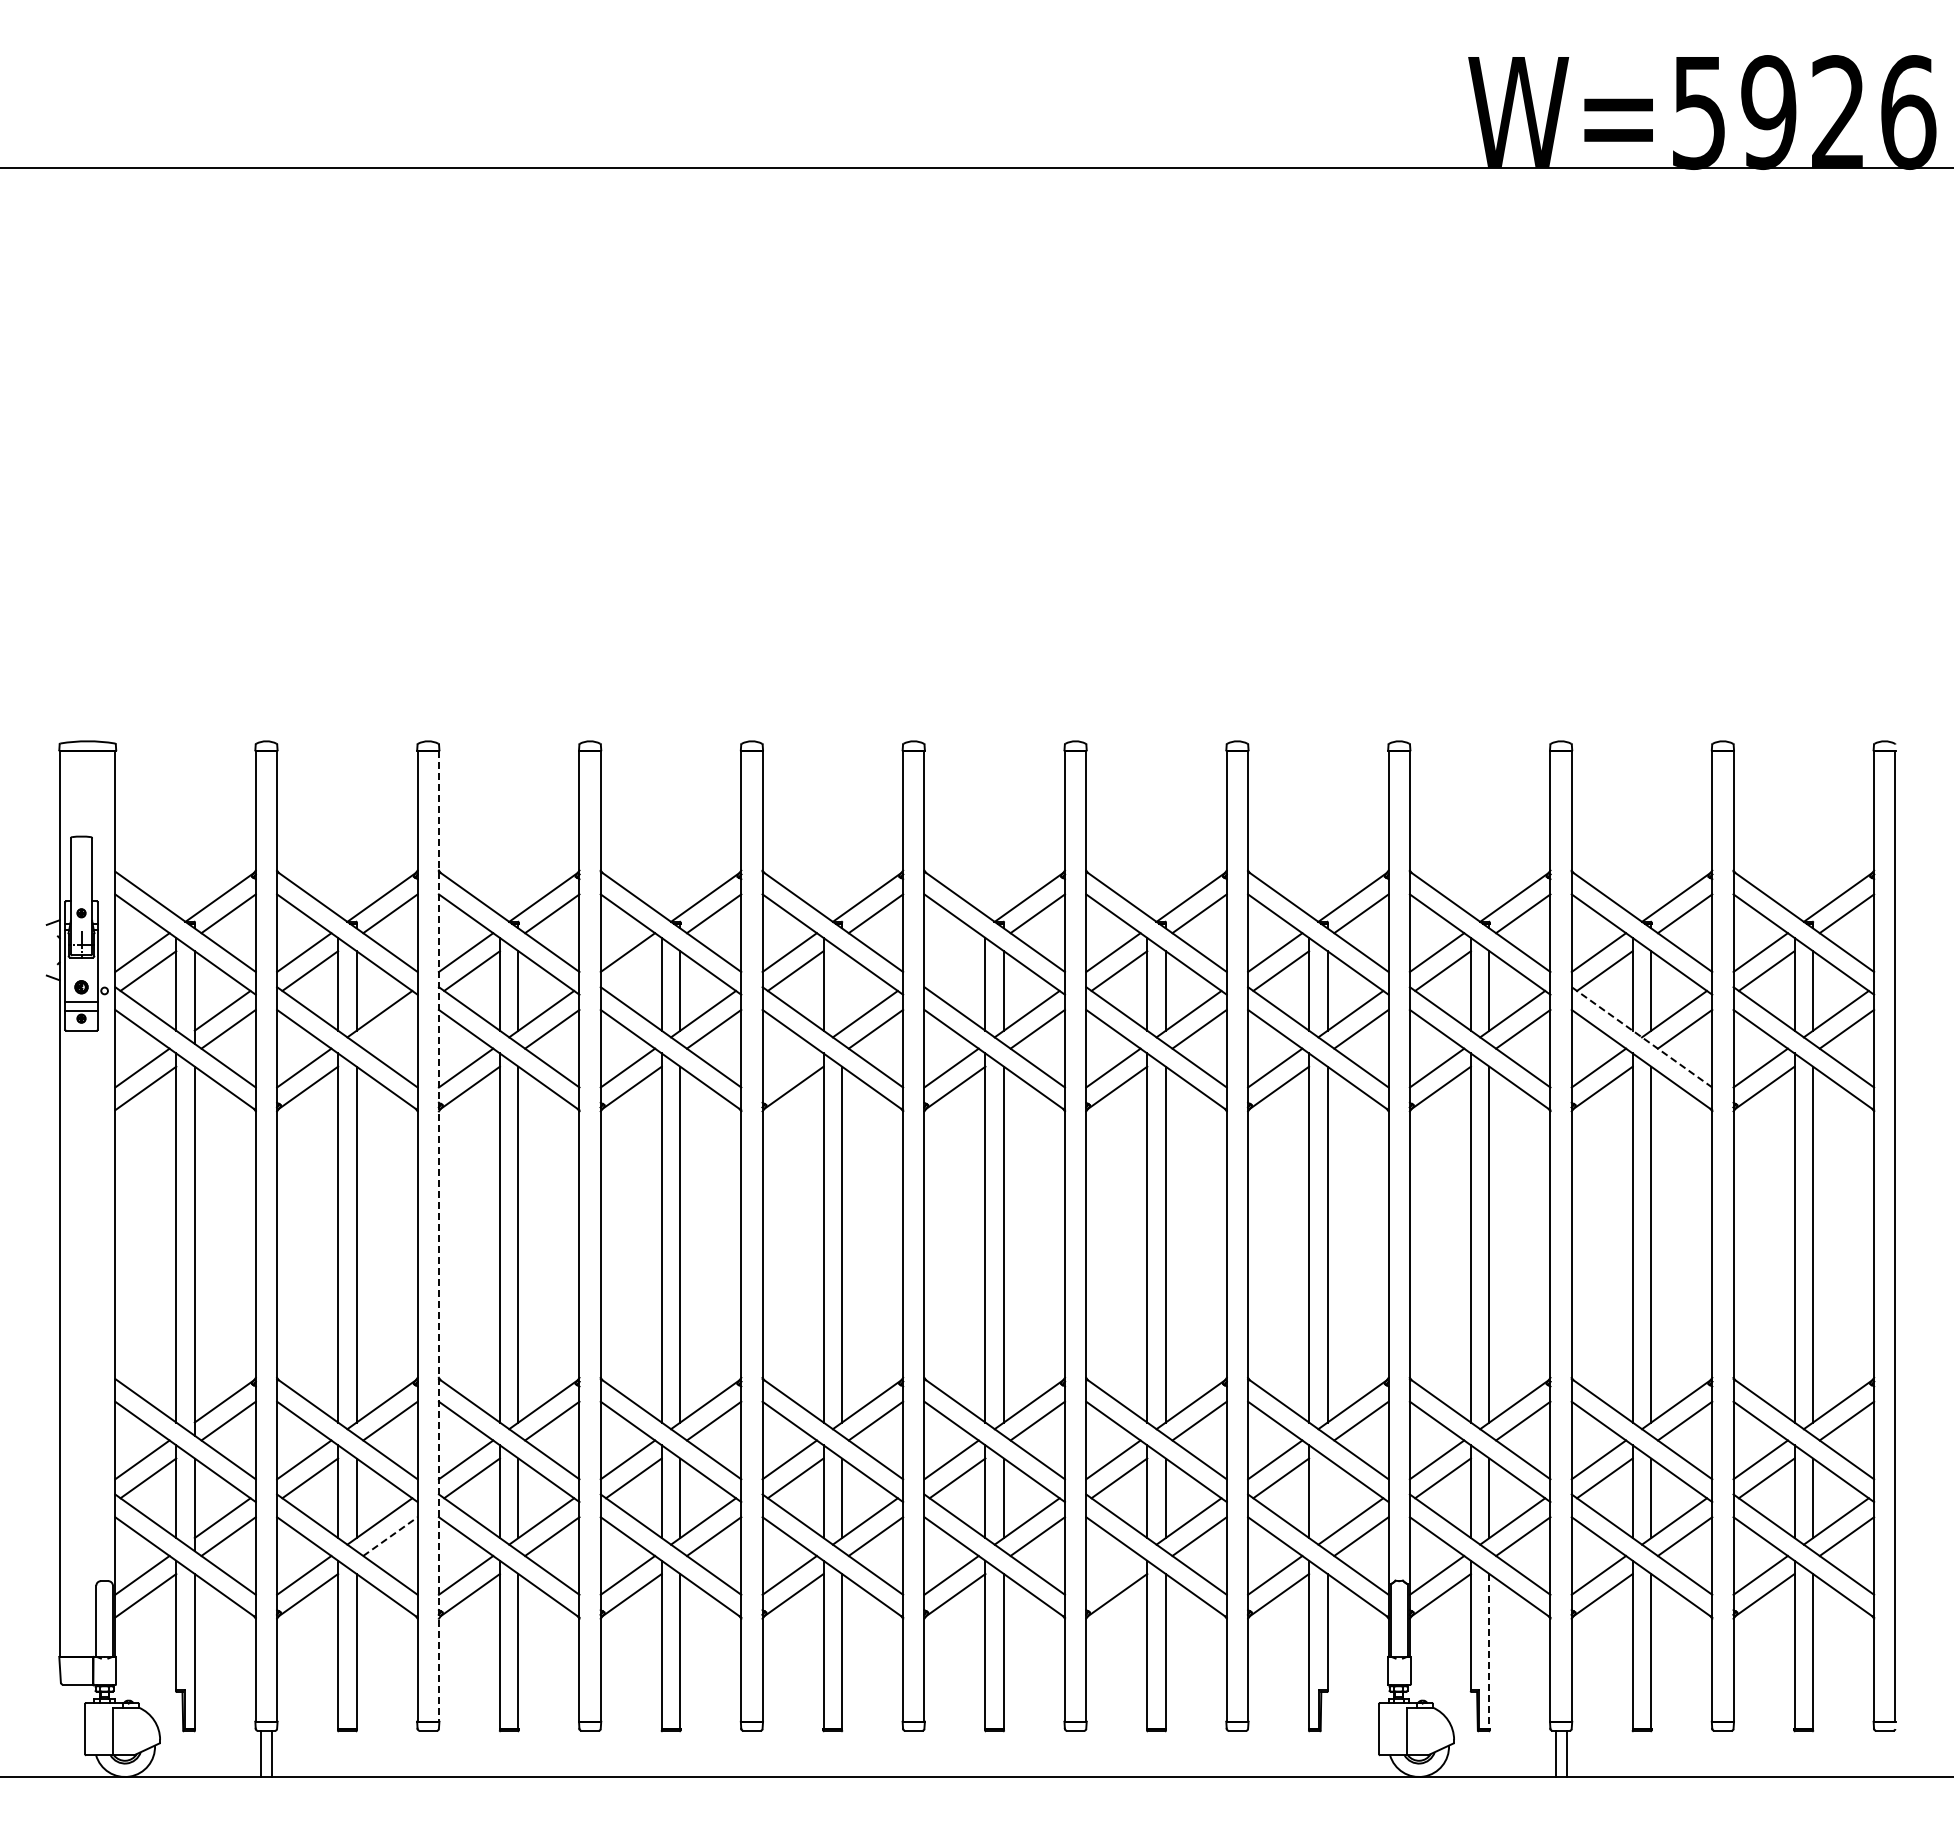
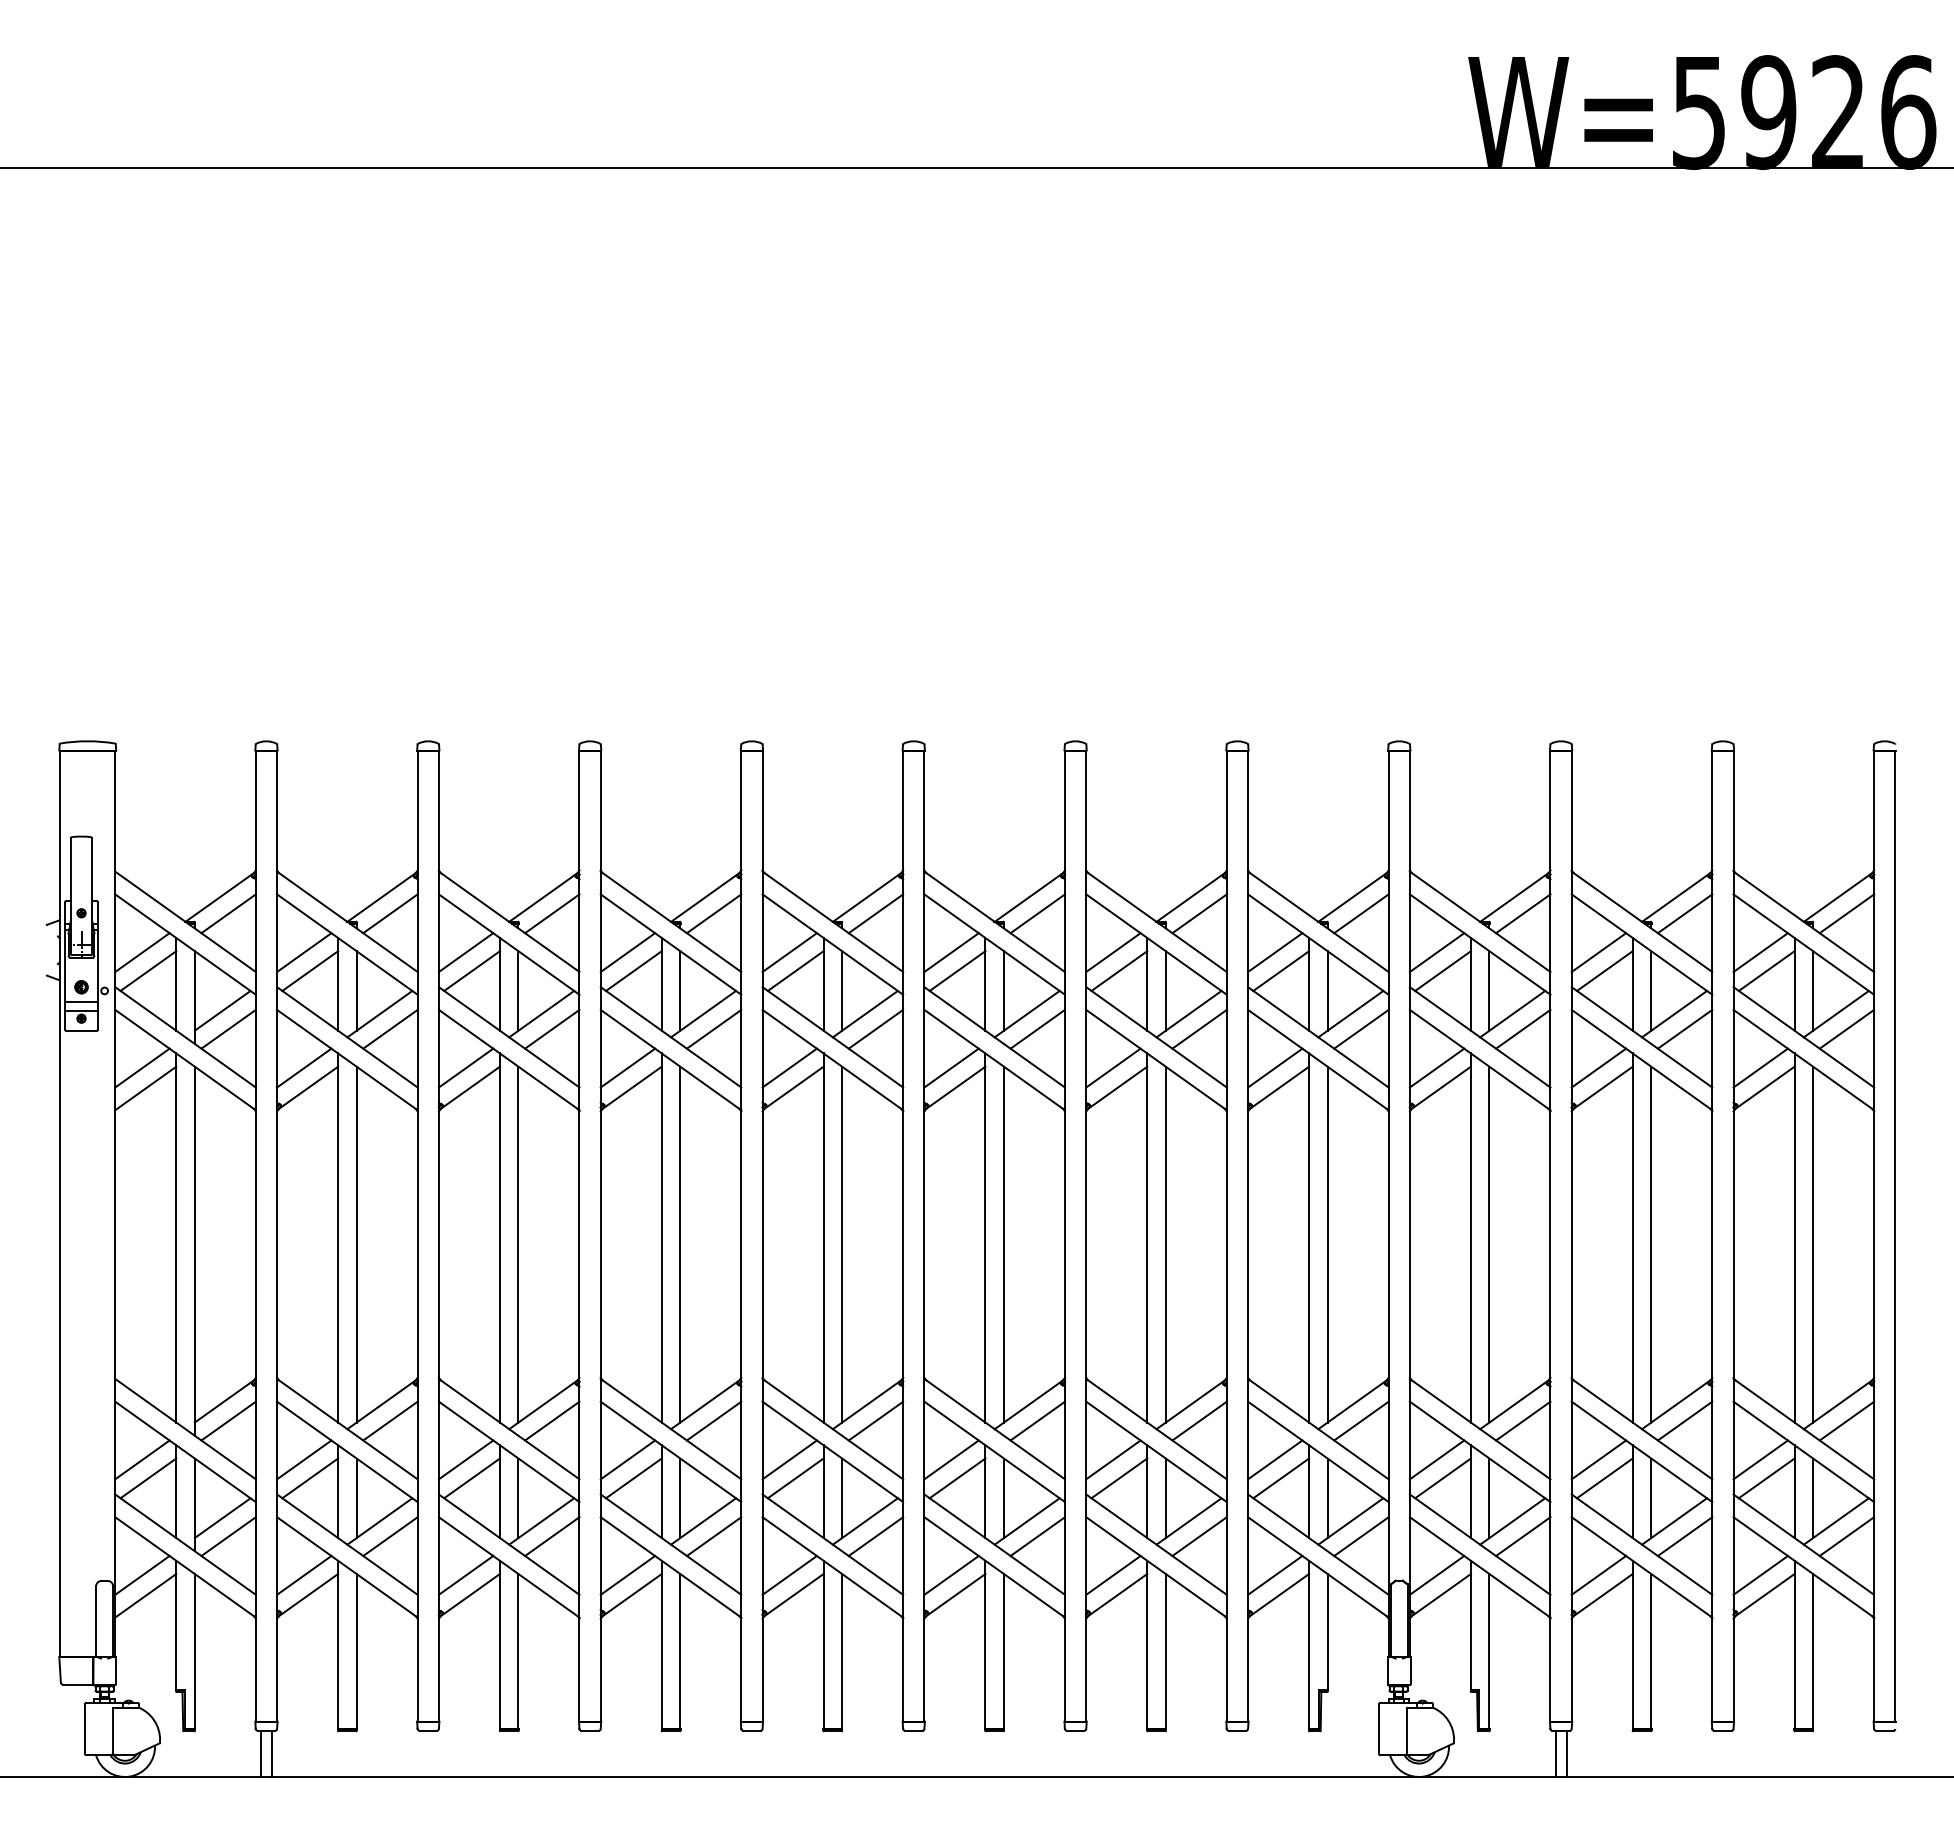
line at (951, 952): none -> present
line at (633, 970): none -> present
line at (957, 970): none -> present
line at (842, 990): none -> present
line at (390, 1028): none -> present
line at (1641, 1037): dashed -> solid
line at (789, 1067): none -> present
line at (438, 1236): dashed -> solid
line at (1327, 1498): none -> present
line at (390, 1536): dashed -> solid
line at (1113, 1574): none -> present
line at (1489, 1651): dashed -> solid
